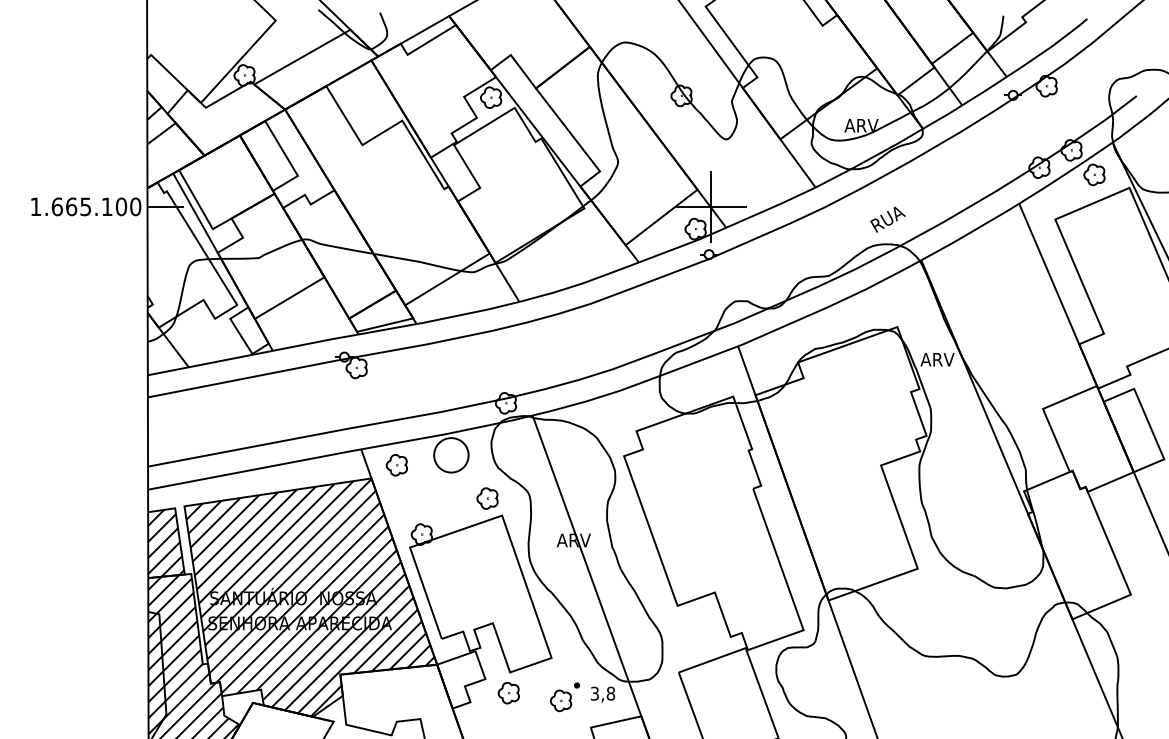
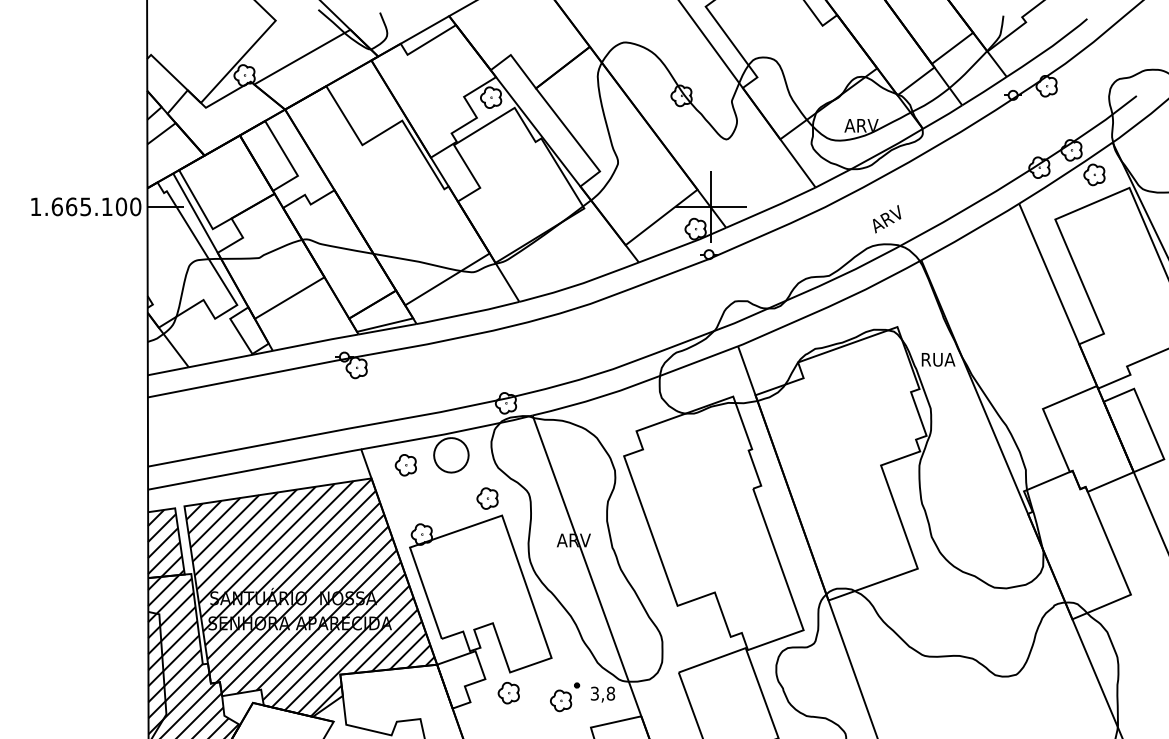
text at (887, 219): RUA -> ARV
text at (937, 359): ARV -> RUA
part at (396, 465) position: (396, 465) -> (405, 465)
